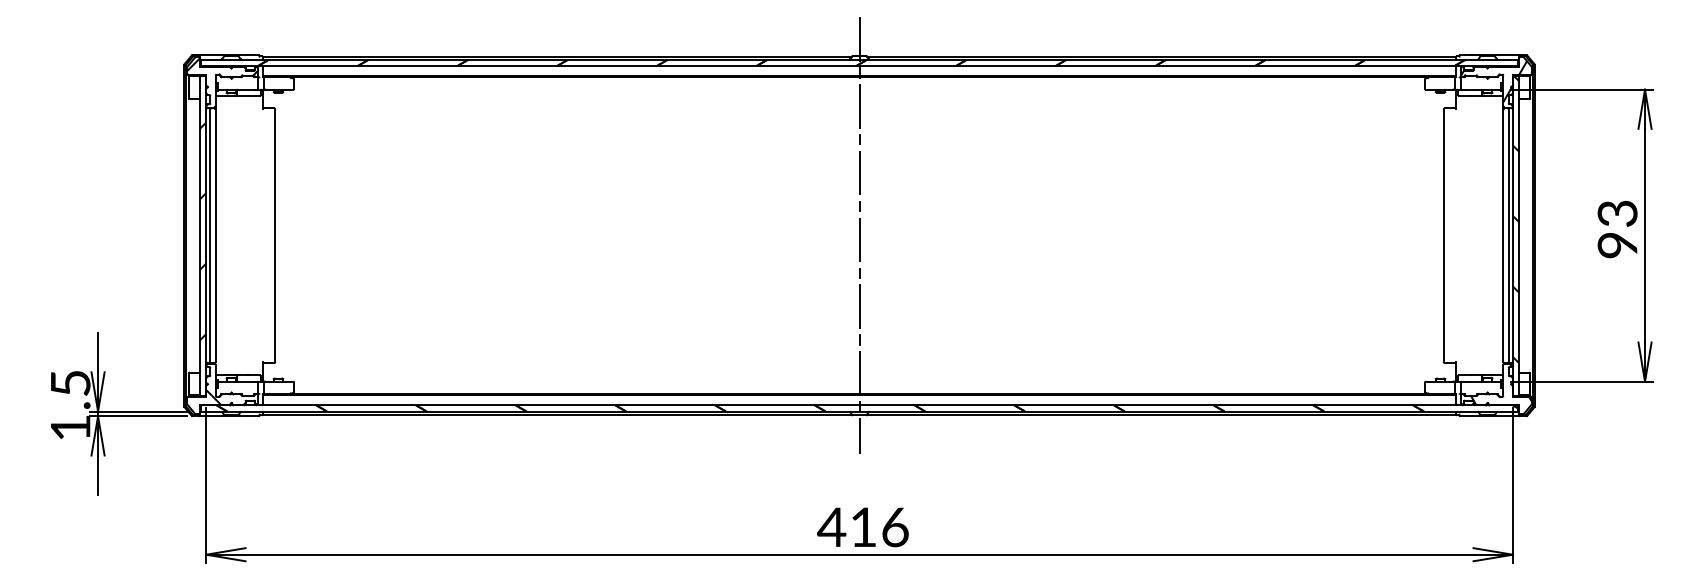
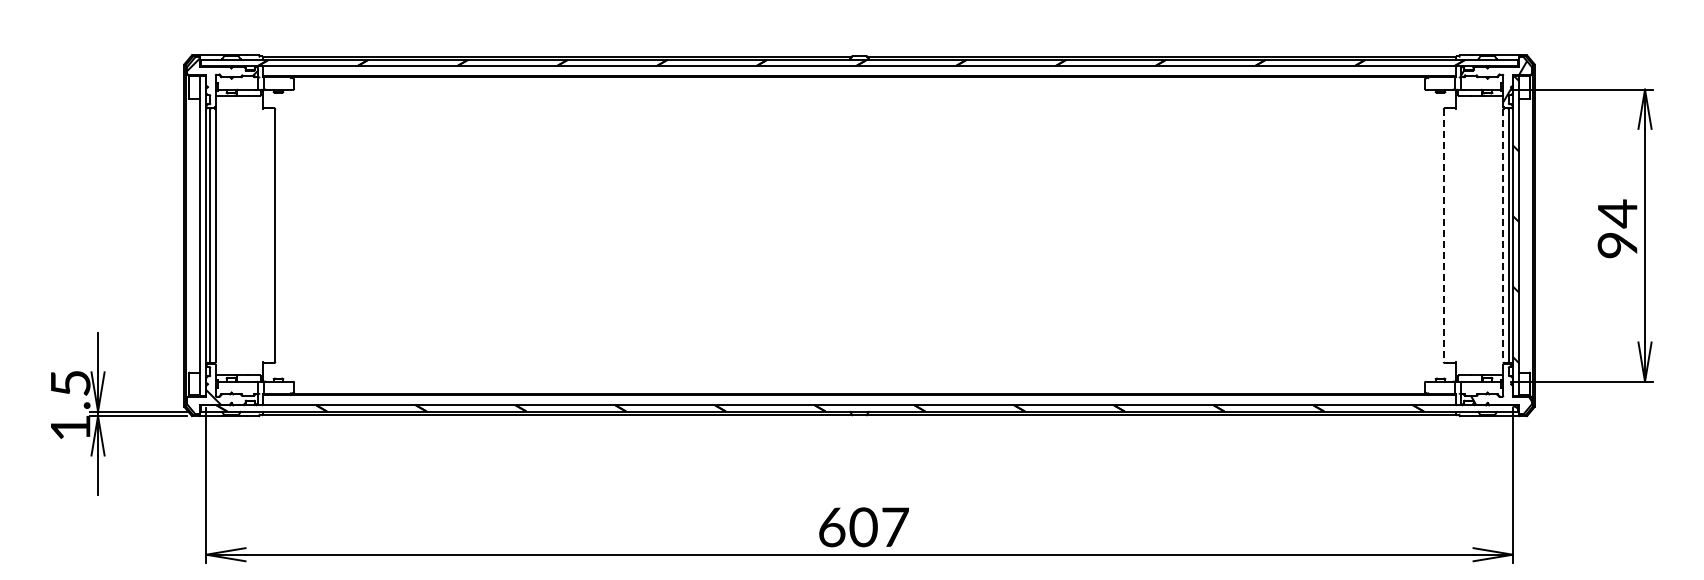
text at (1617, 213): 93 -> 94
hatch at (203, 231): present -> none
line at (859, 235): present -> none
line at (1443, 236): solid -> dashed
line at (1503, 236): solid -> dashed
text at (862, 527): 416 -> 607
